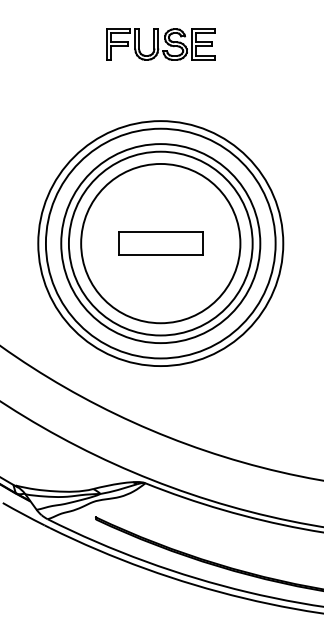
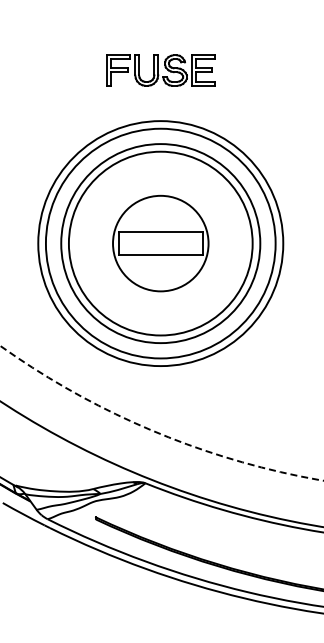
part at (160, 44) position: (160, 44) -> (160, 70)
circle at (160, 243) diameter: 159 px -> 96 px
circle at (161, 413): solid -> dashed
